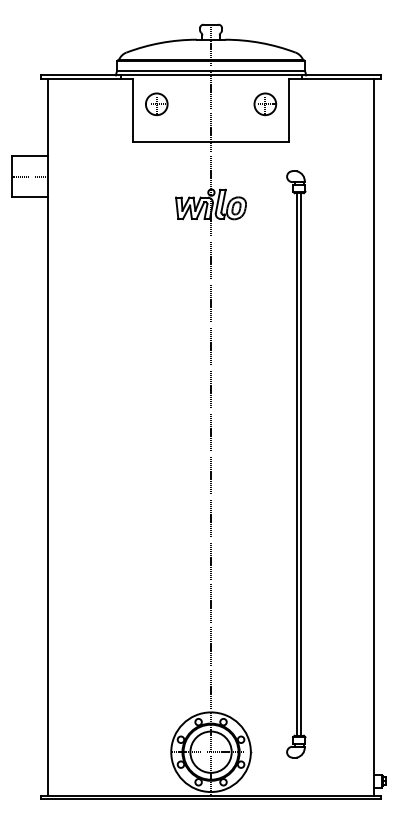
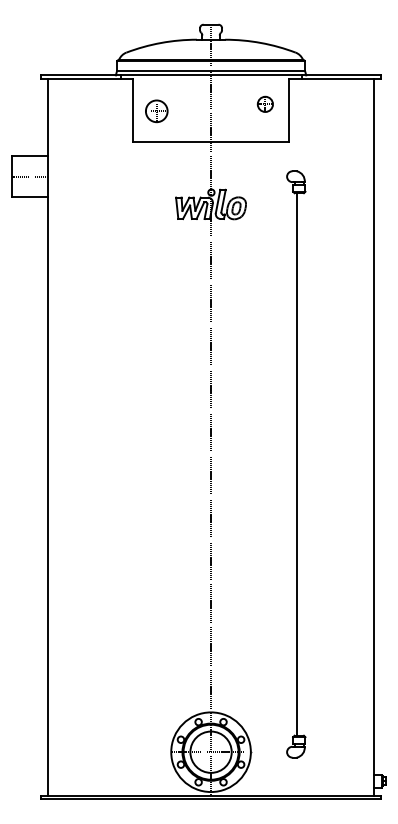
part at (156, 104) position: (156, 104) -> (156, 111)
part at (265, 104) size: 25x25 px -> 18x18 px
line at (301, 464): present -> none
